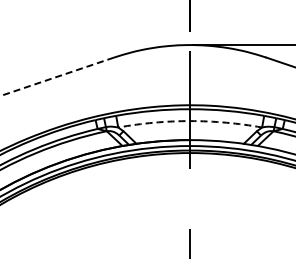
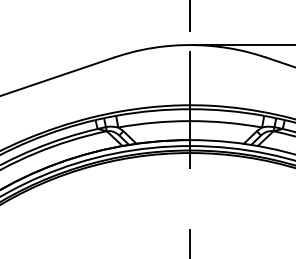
line at (57, 76): dashed -> solid
arc at (190, 121): dashed -> solid
